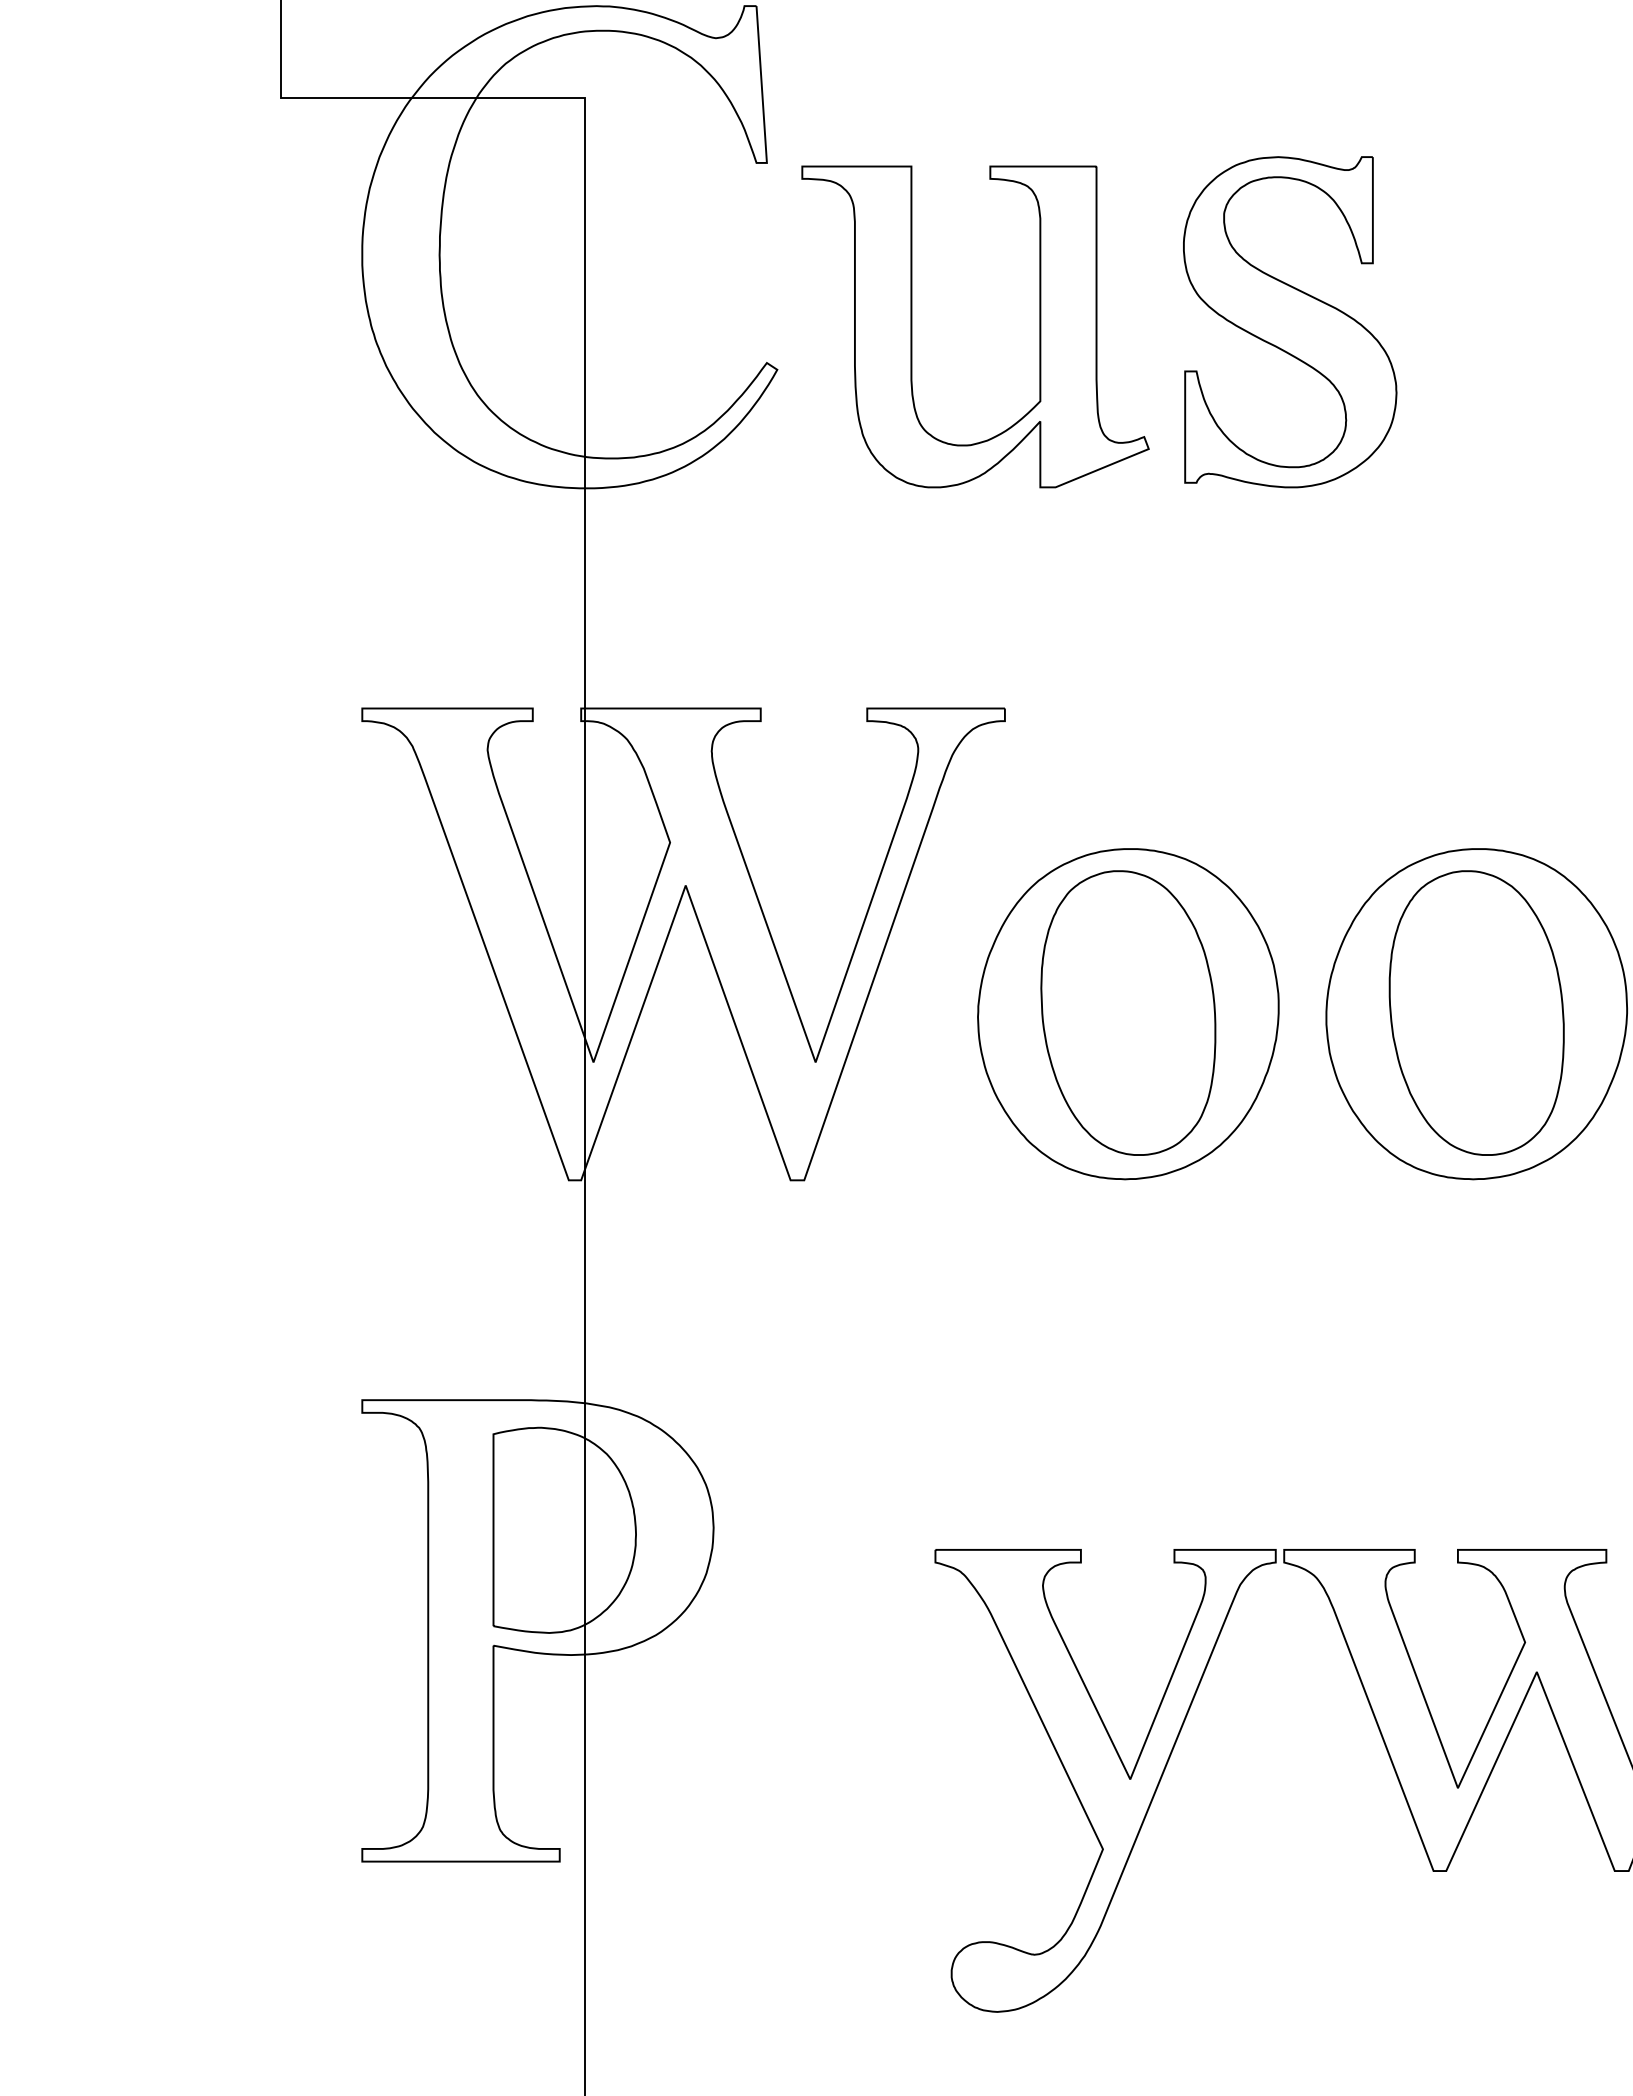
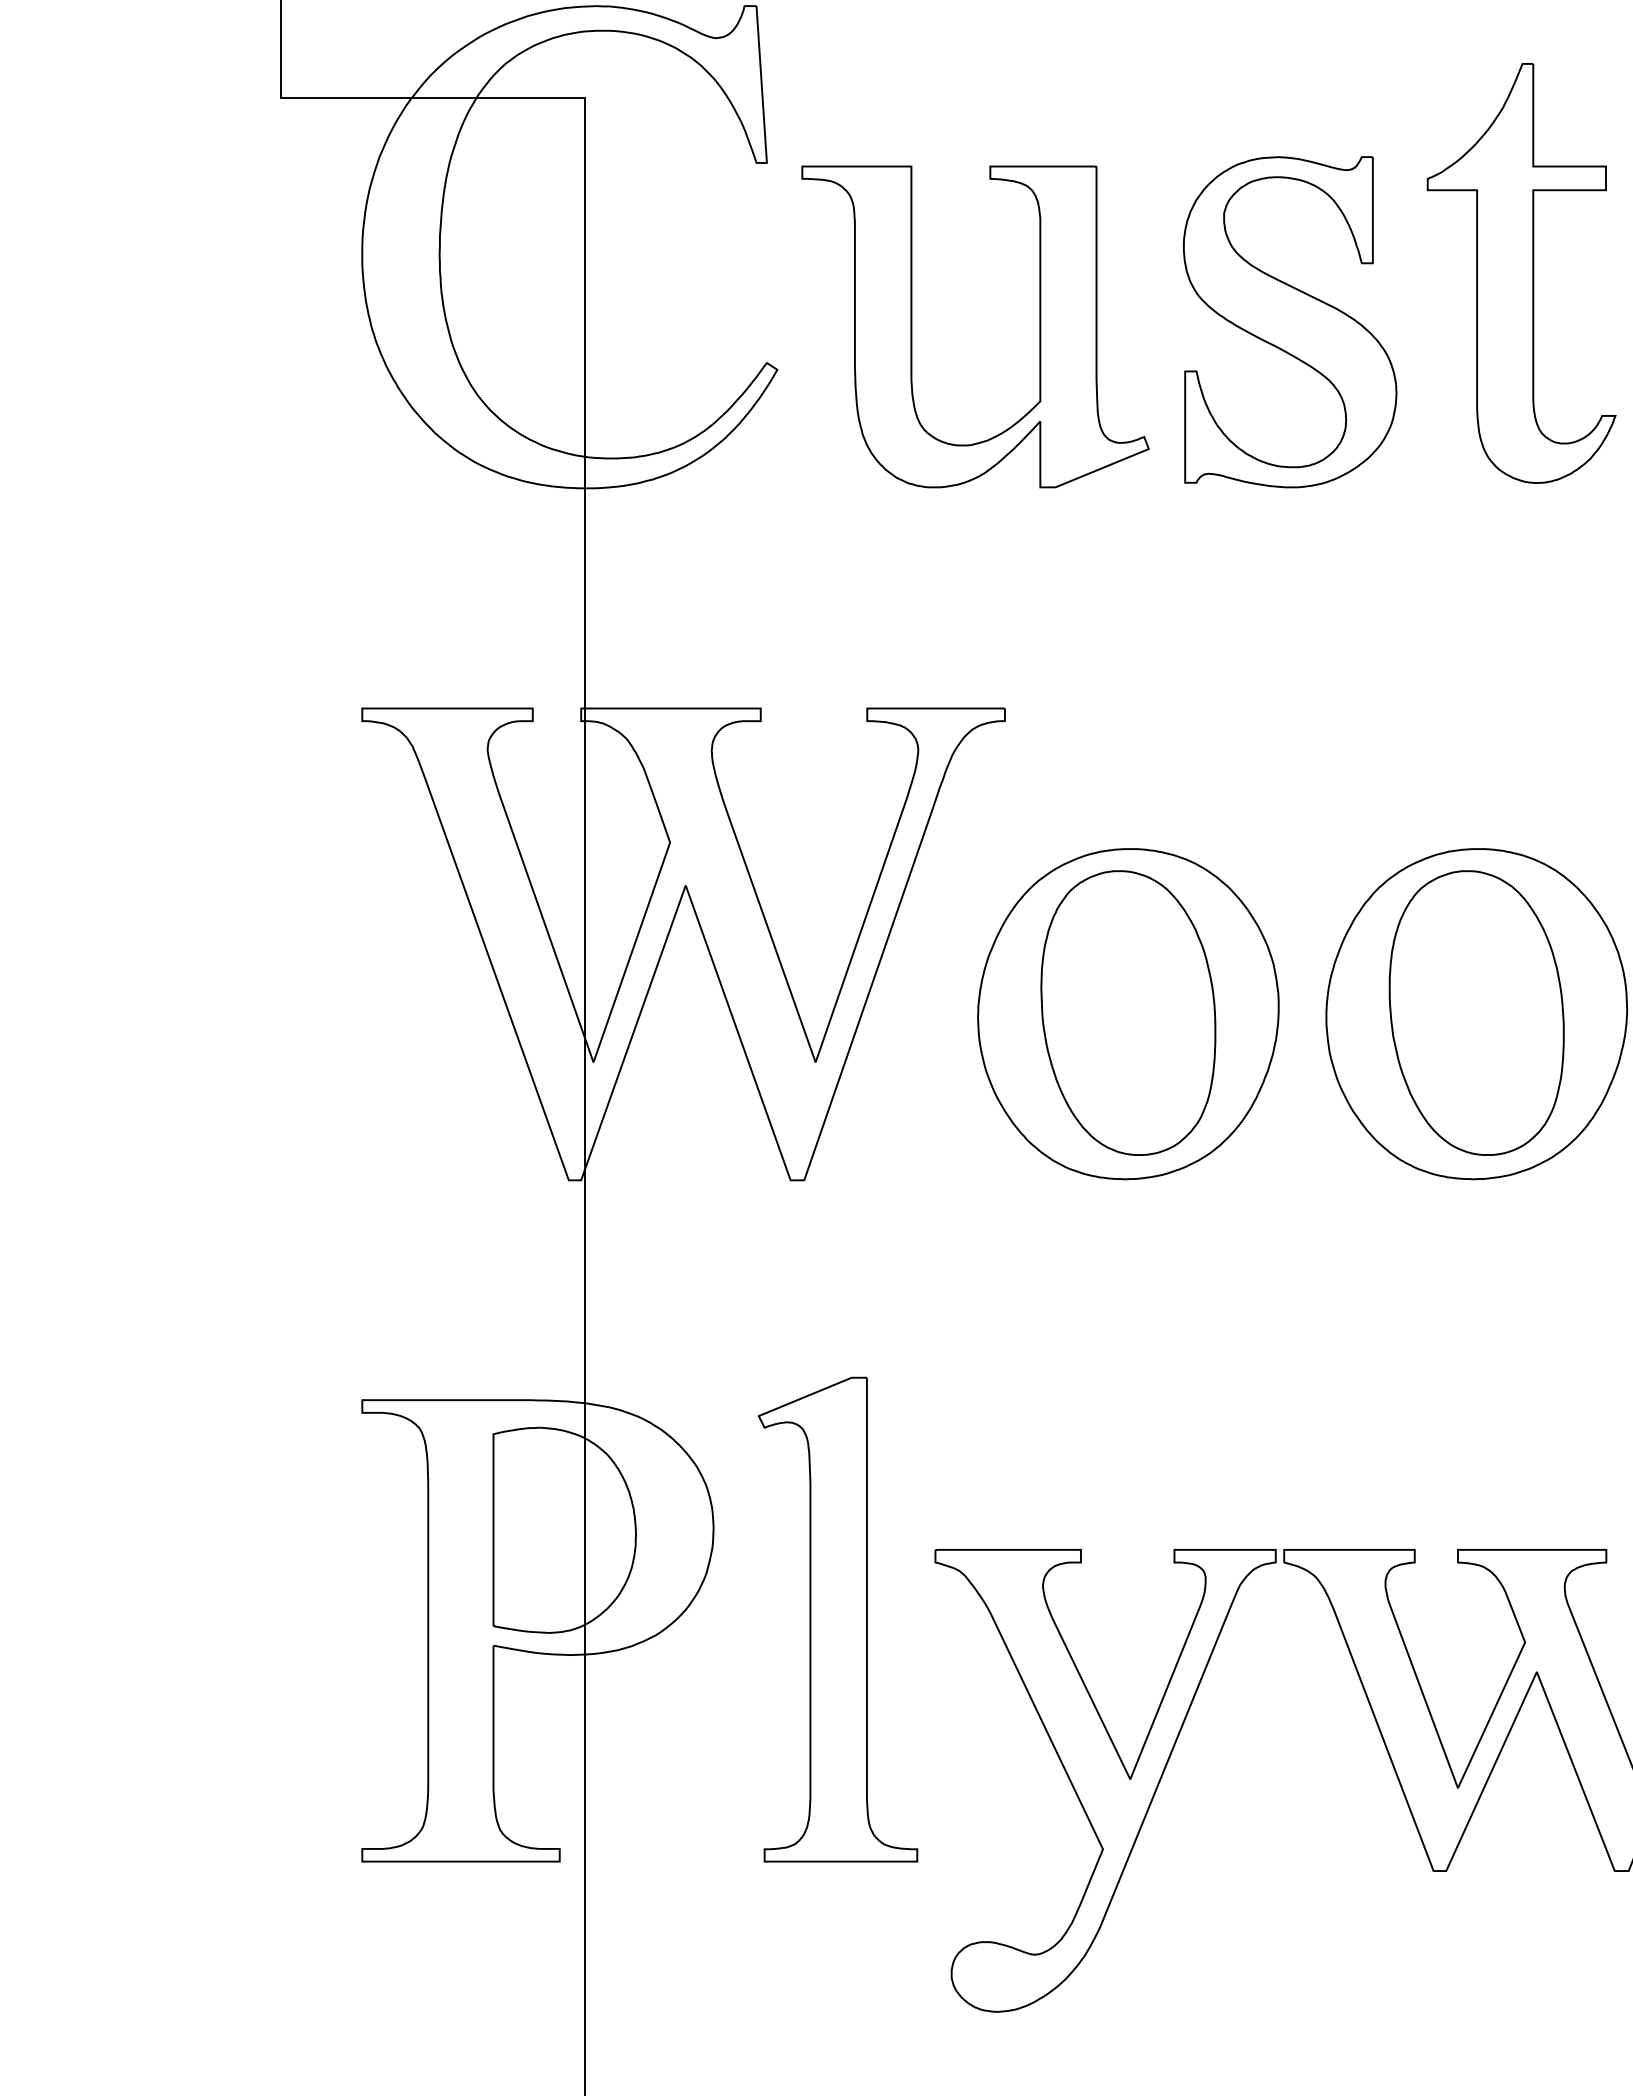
part at (1521, 273): none -> present
part at (837, 1619): none -> present
